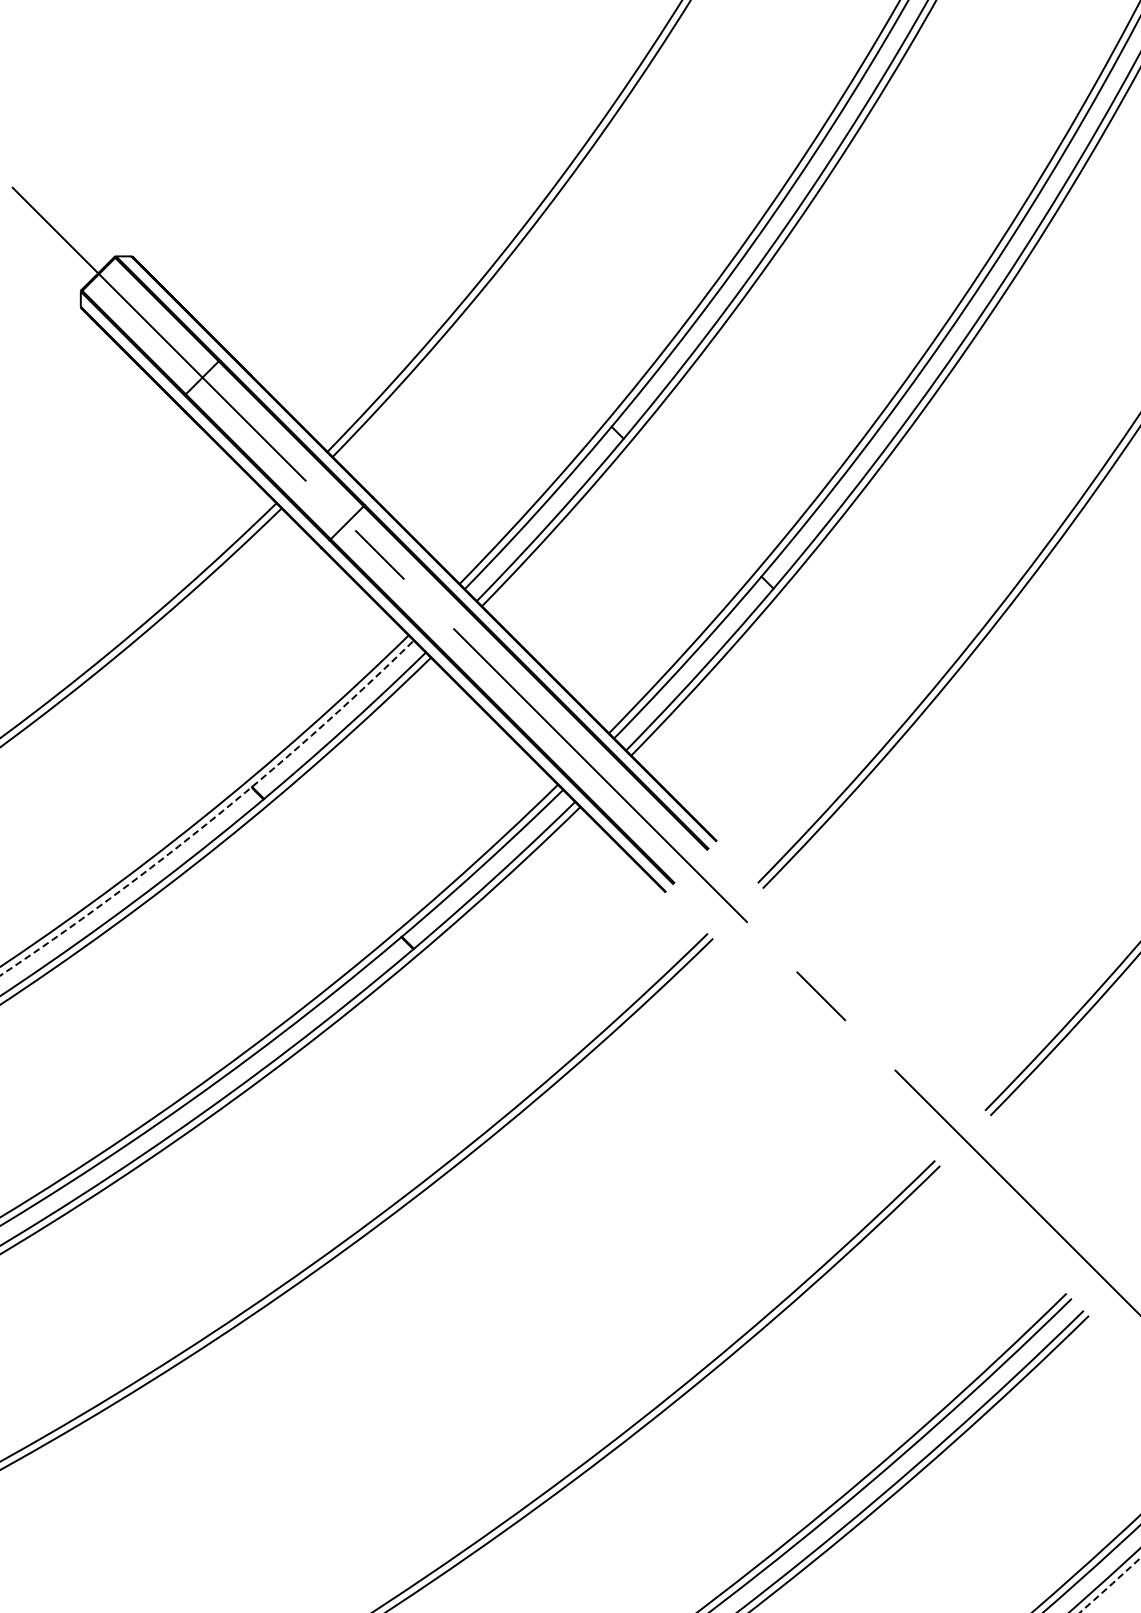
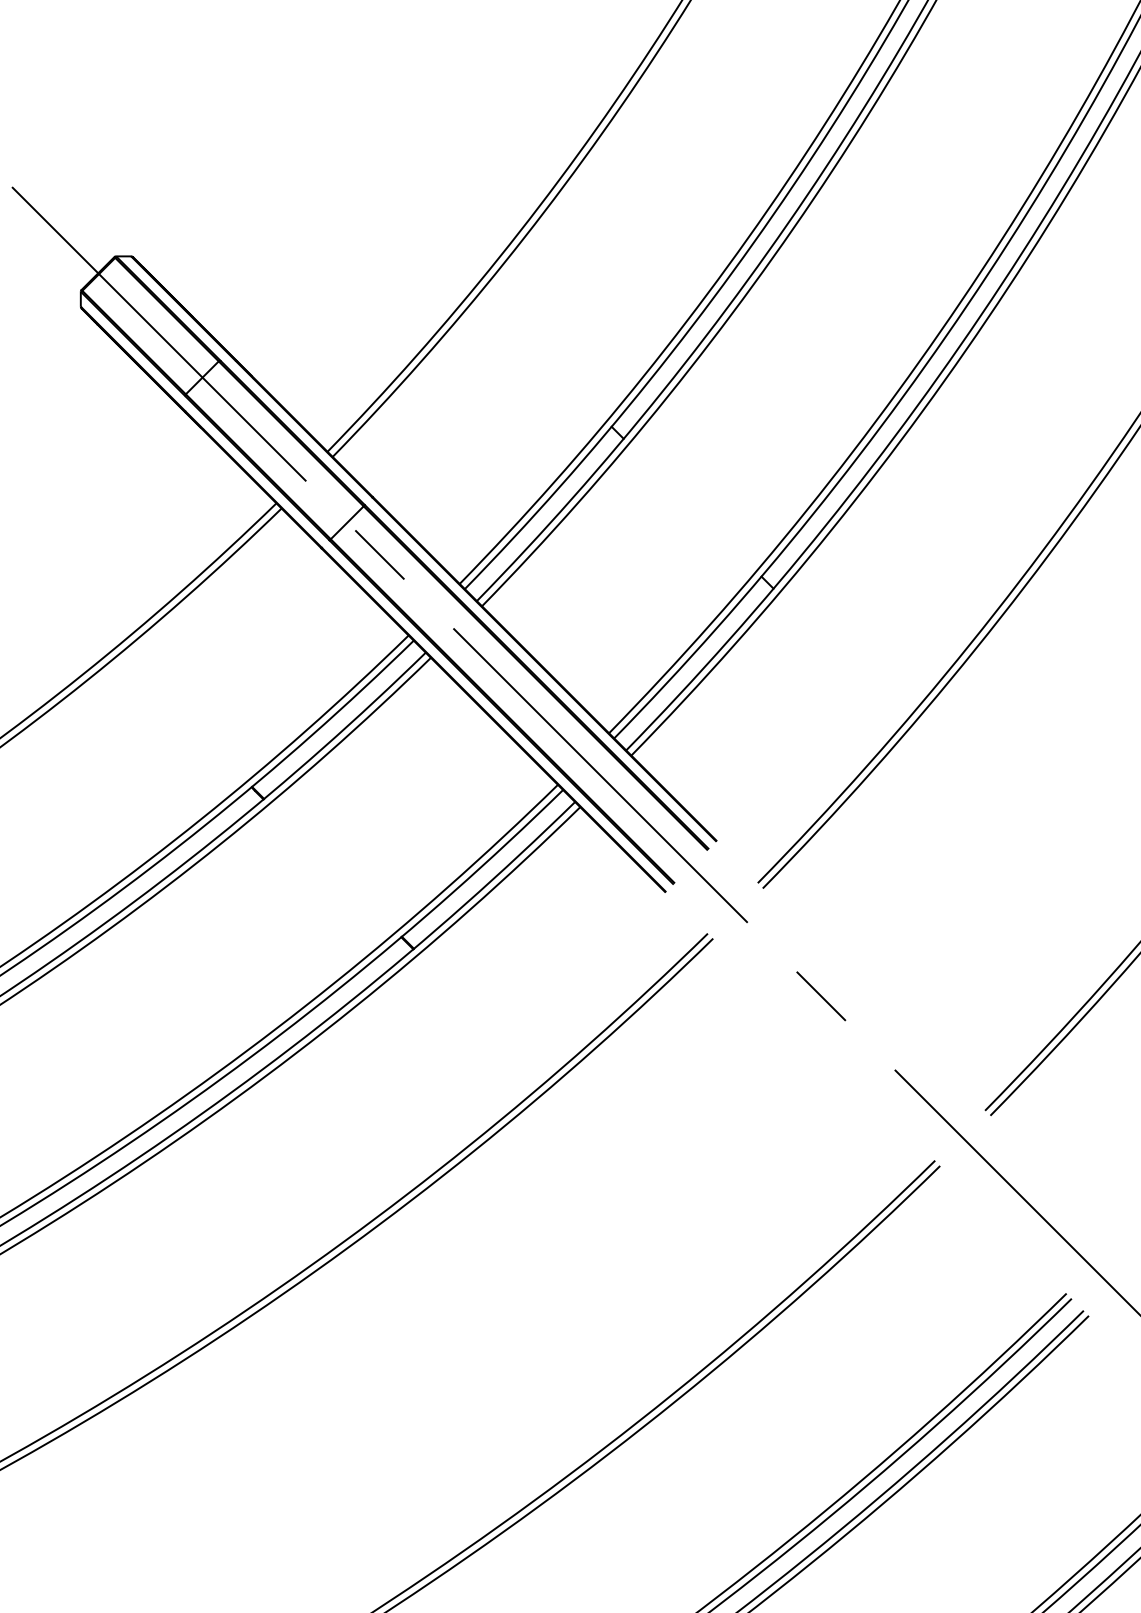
arc at (214, 818): dashed -> solid
arc at (1110, 1585): dashed -> solid
